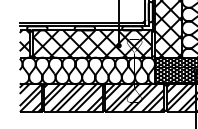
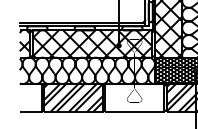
hatch at (30, 97): present -> none
hatch at (134, 97): present -> none
